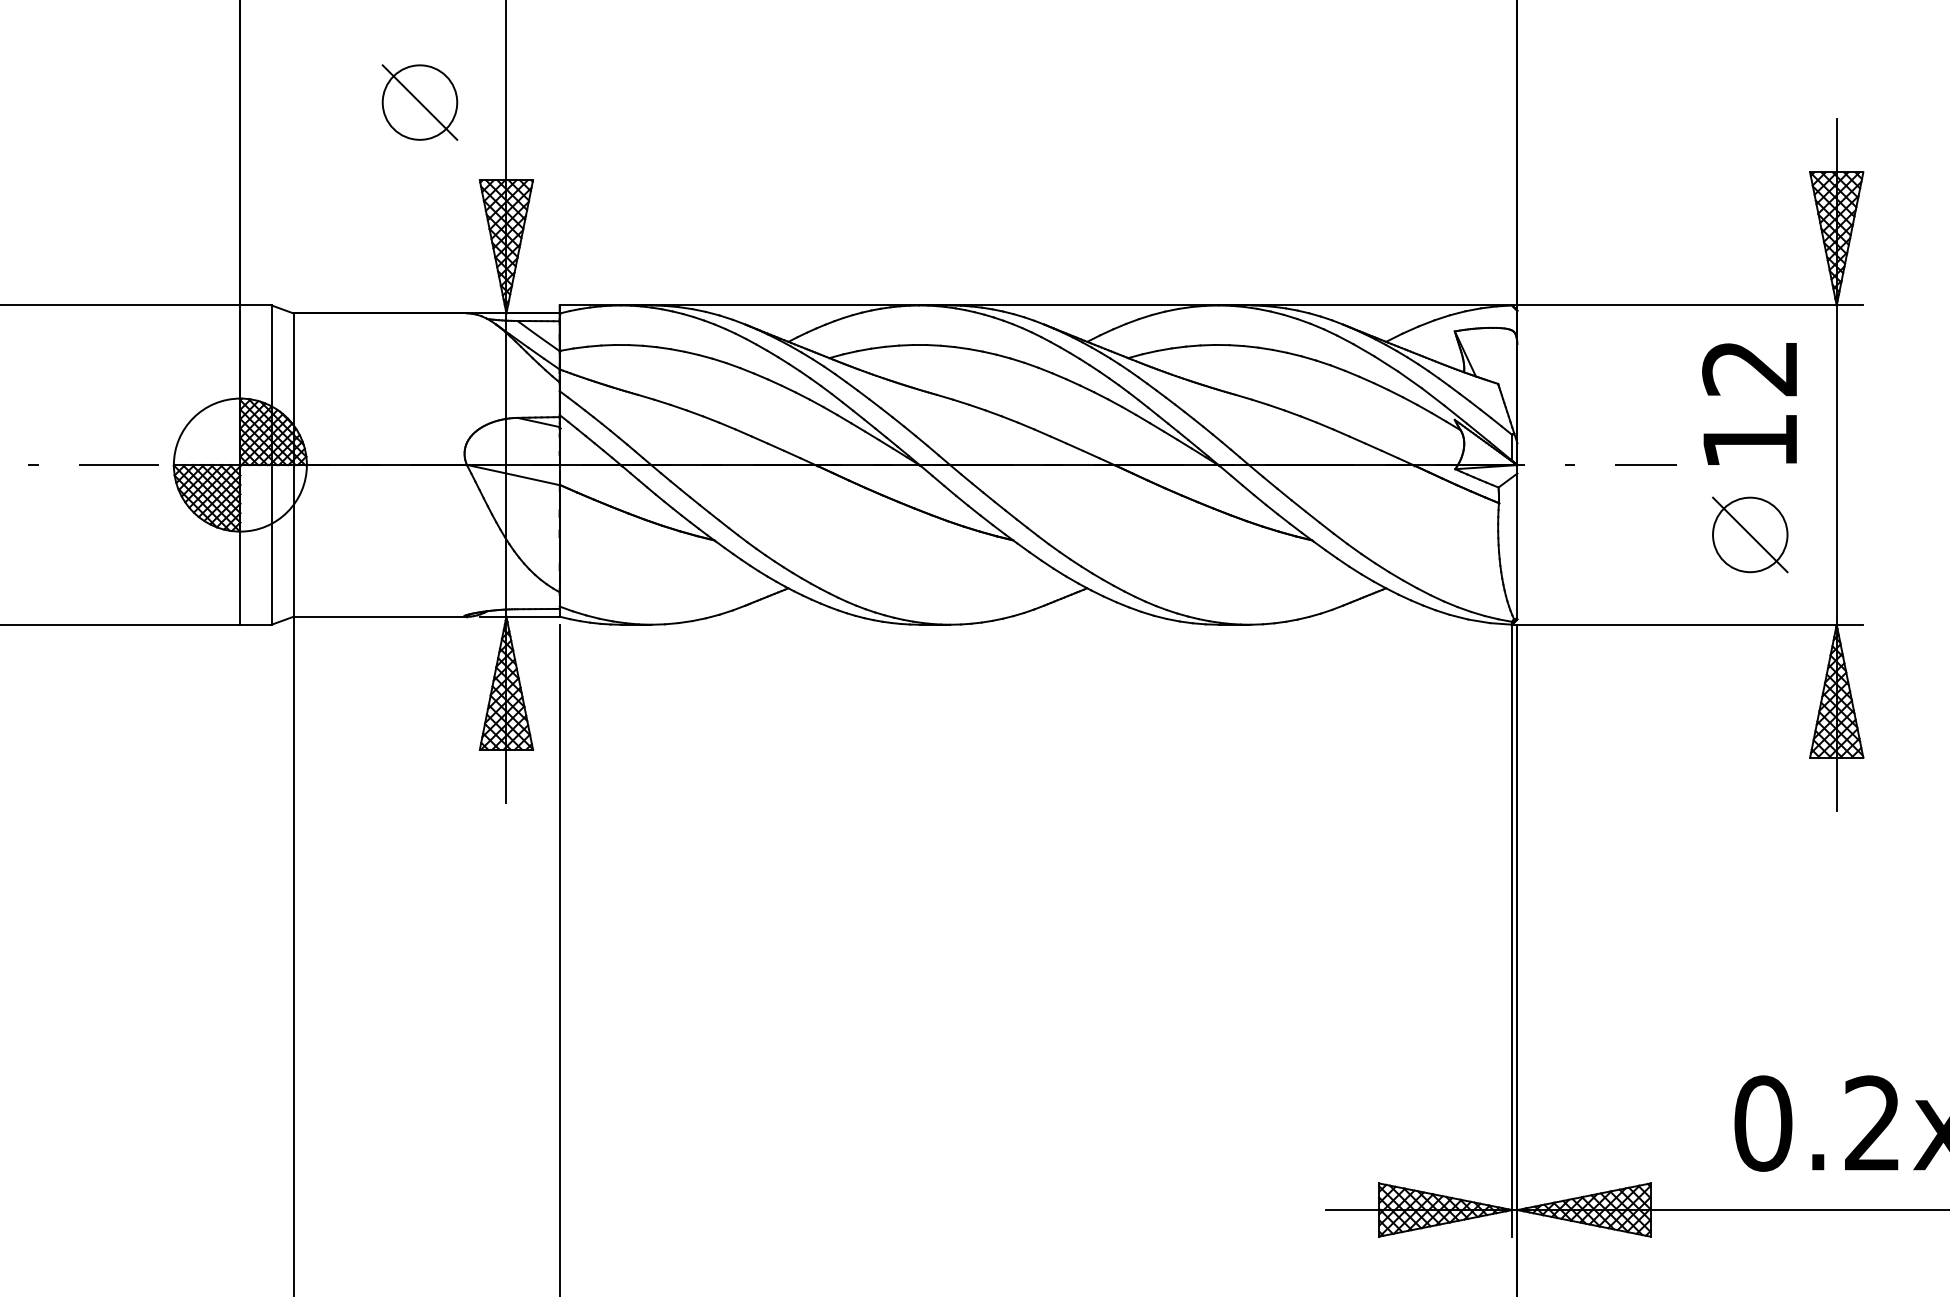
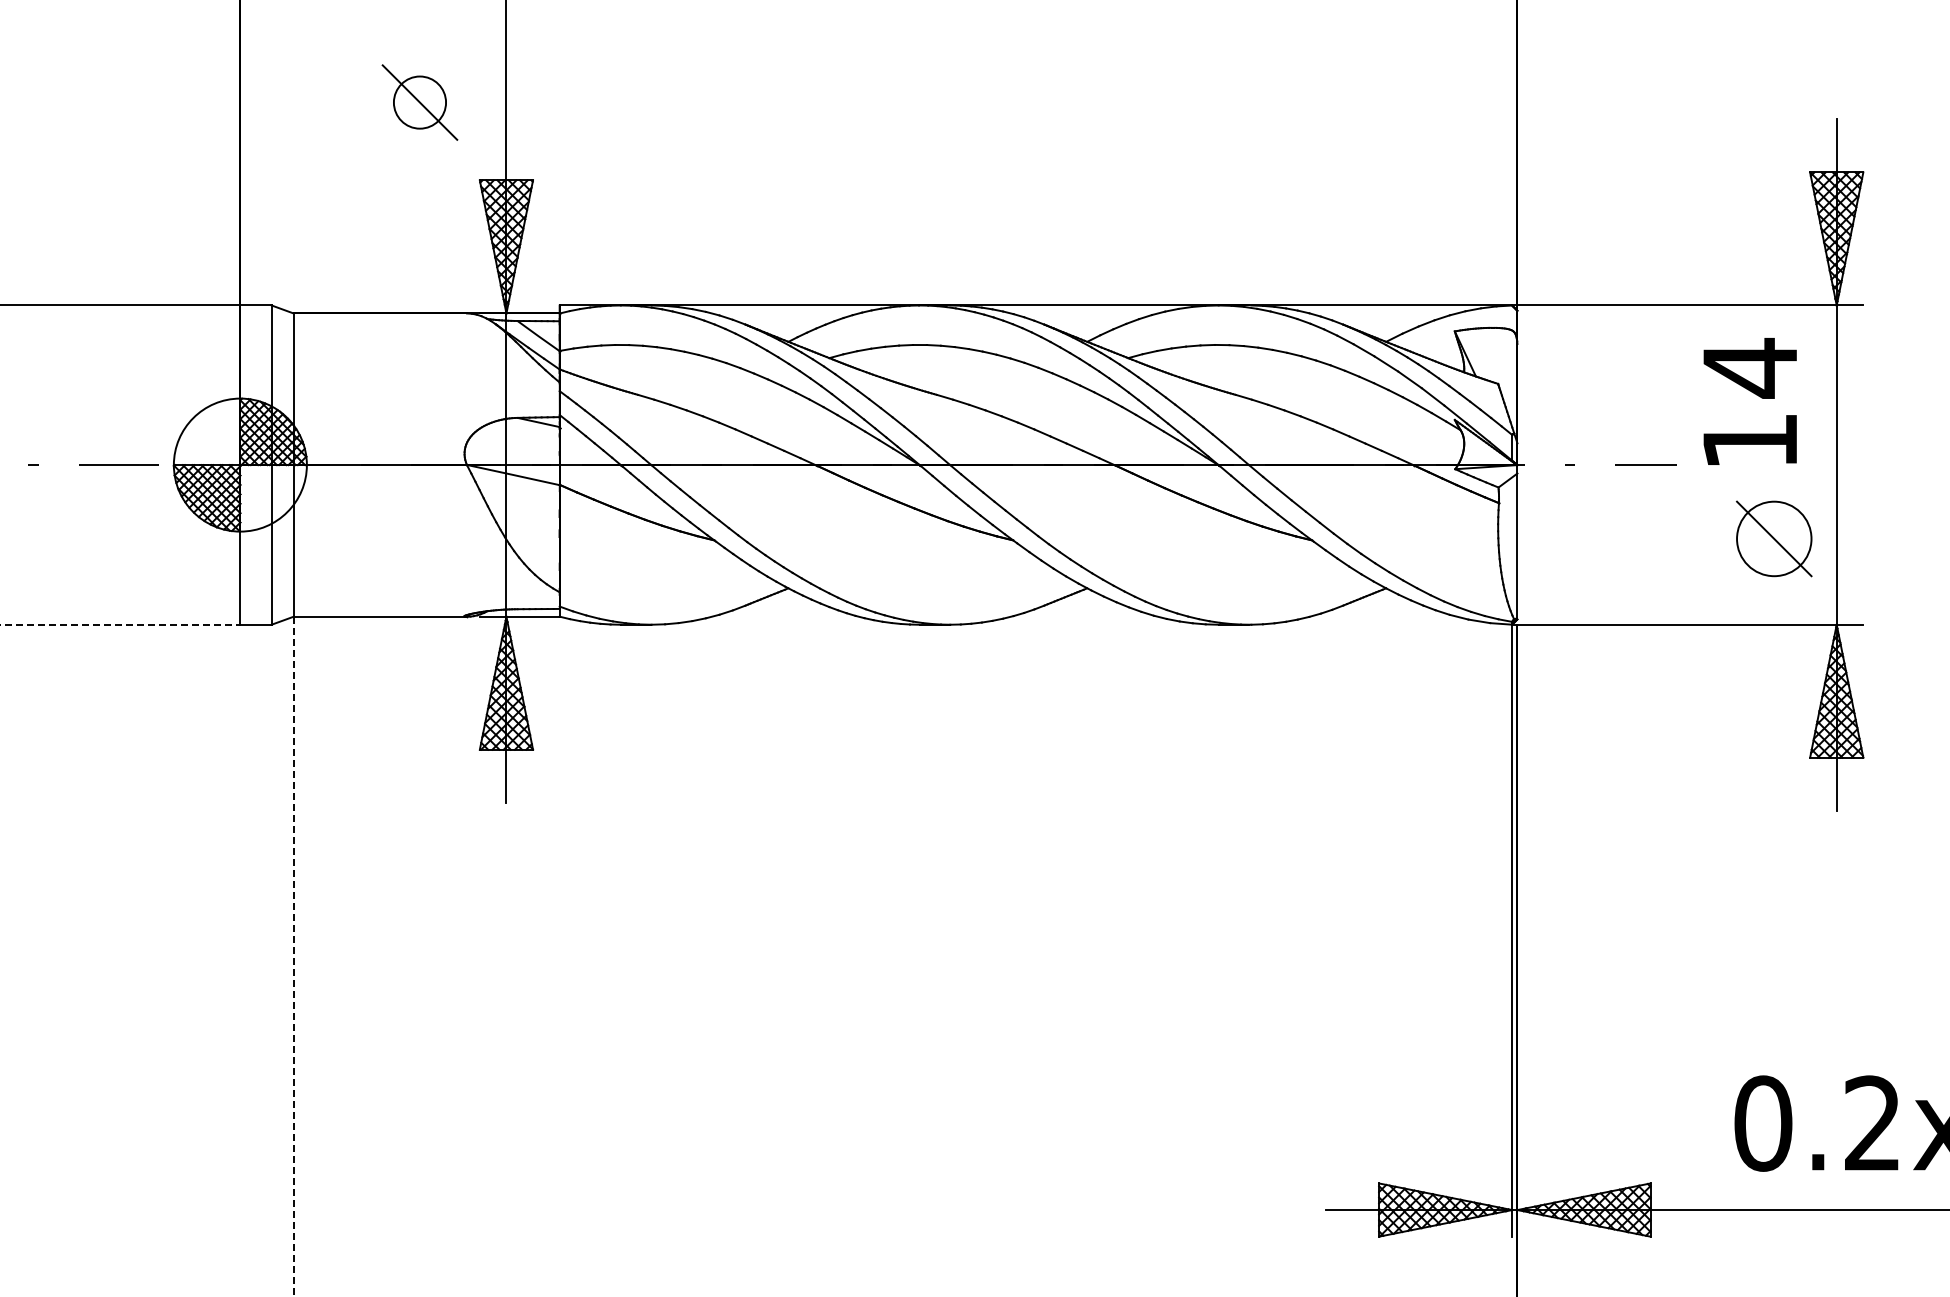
circle at (419, 102) diameter: 74 px -> 52 px
text at (1749, 367): 12 -> 14
part at (1750, 534) position: (1750, 534) -> (1774, 538)
line at (120, 624): solid -> dashed
line at (293, 956): solid -> dashed
line at (559, 958): present -> none
